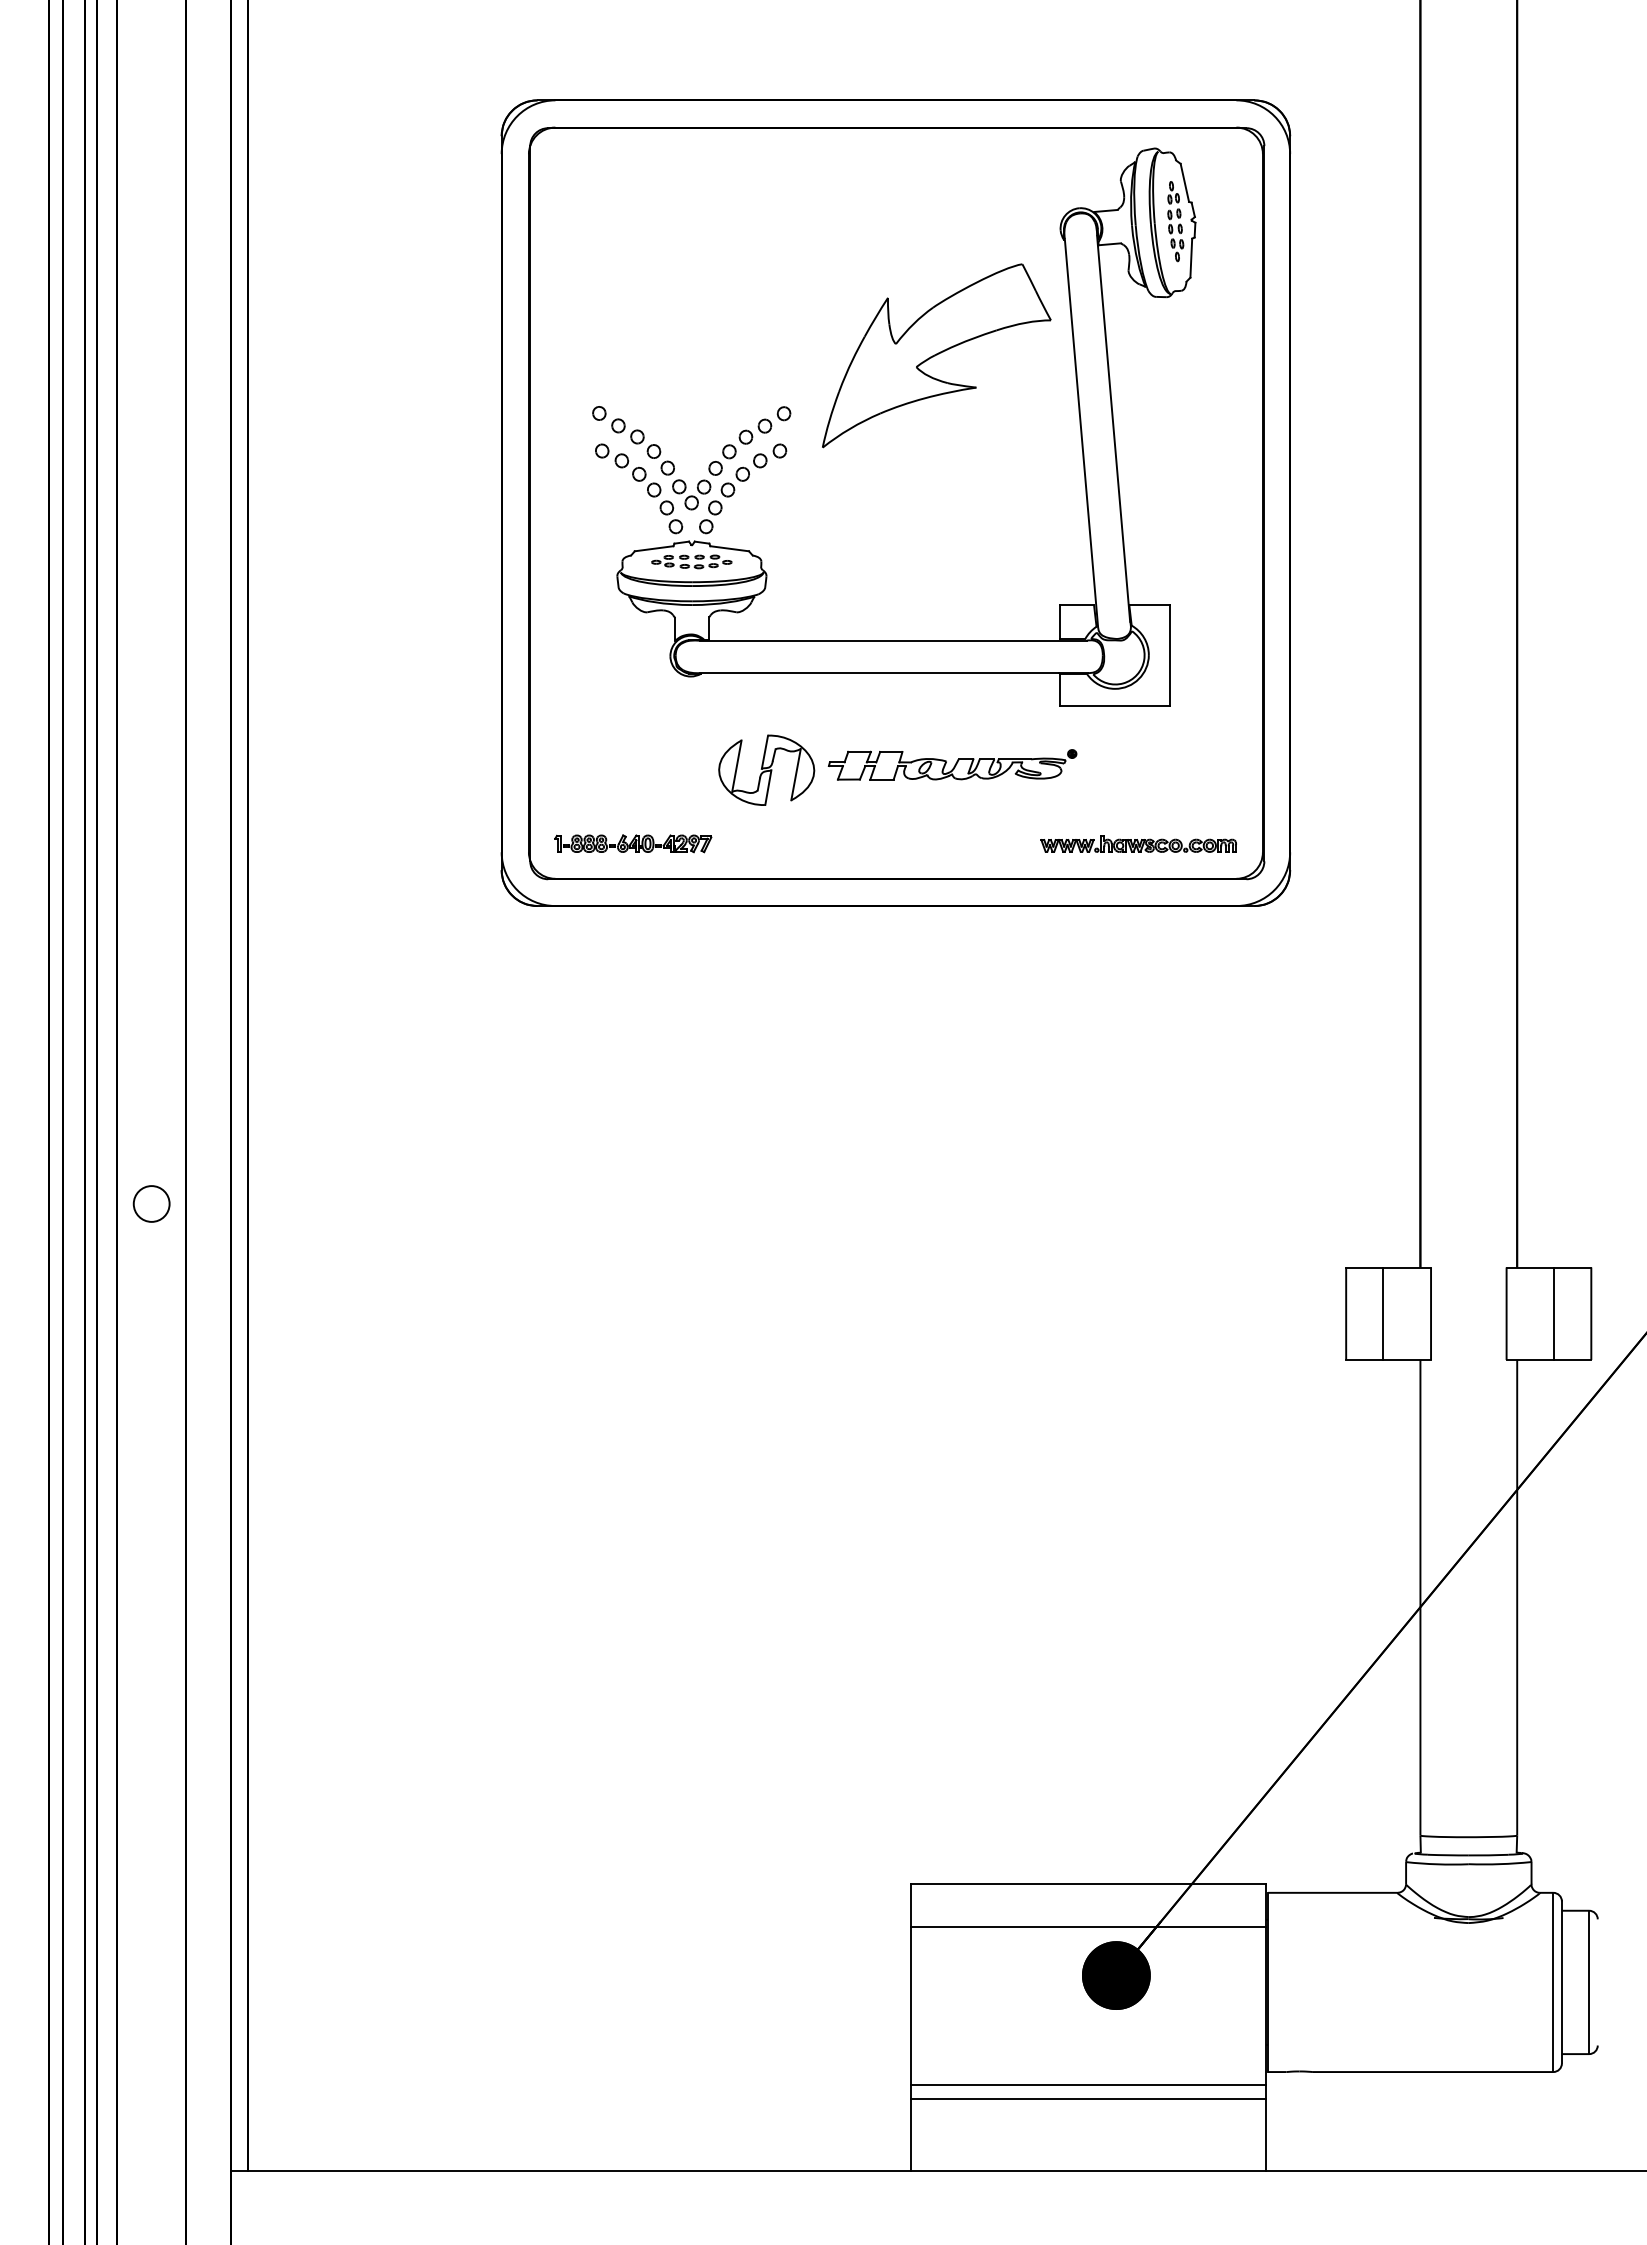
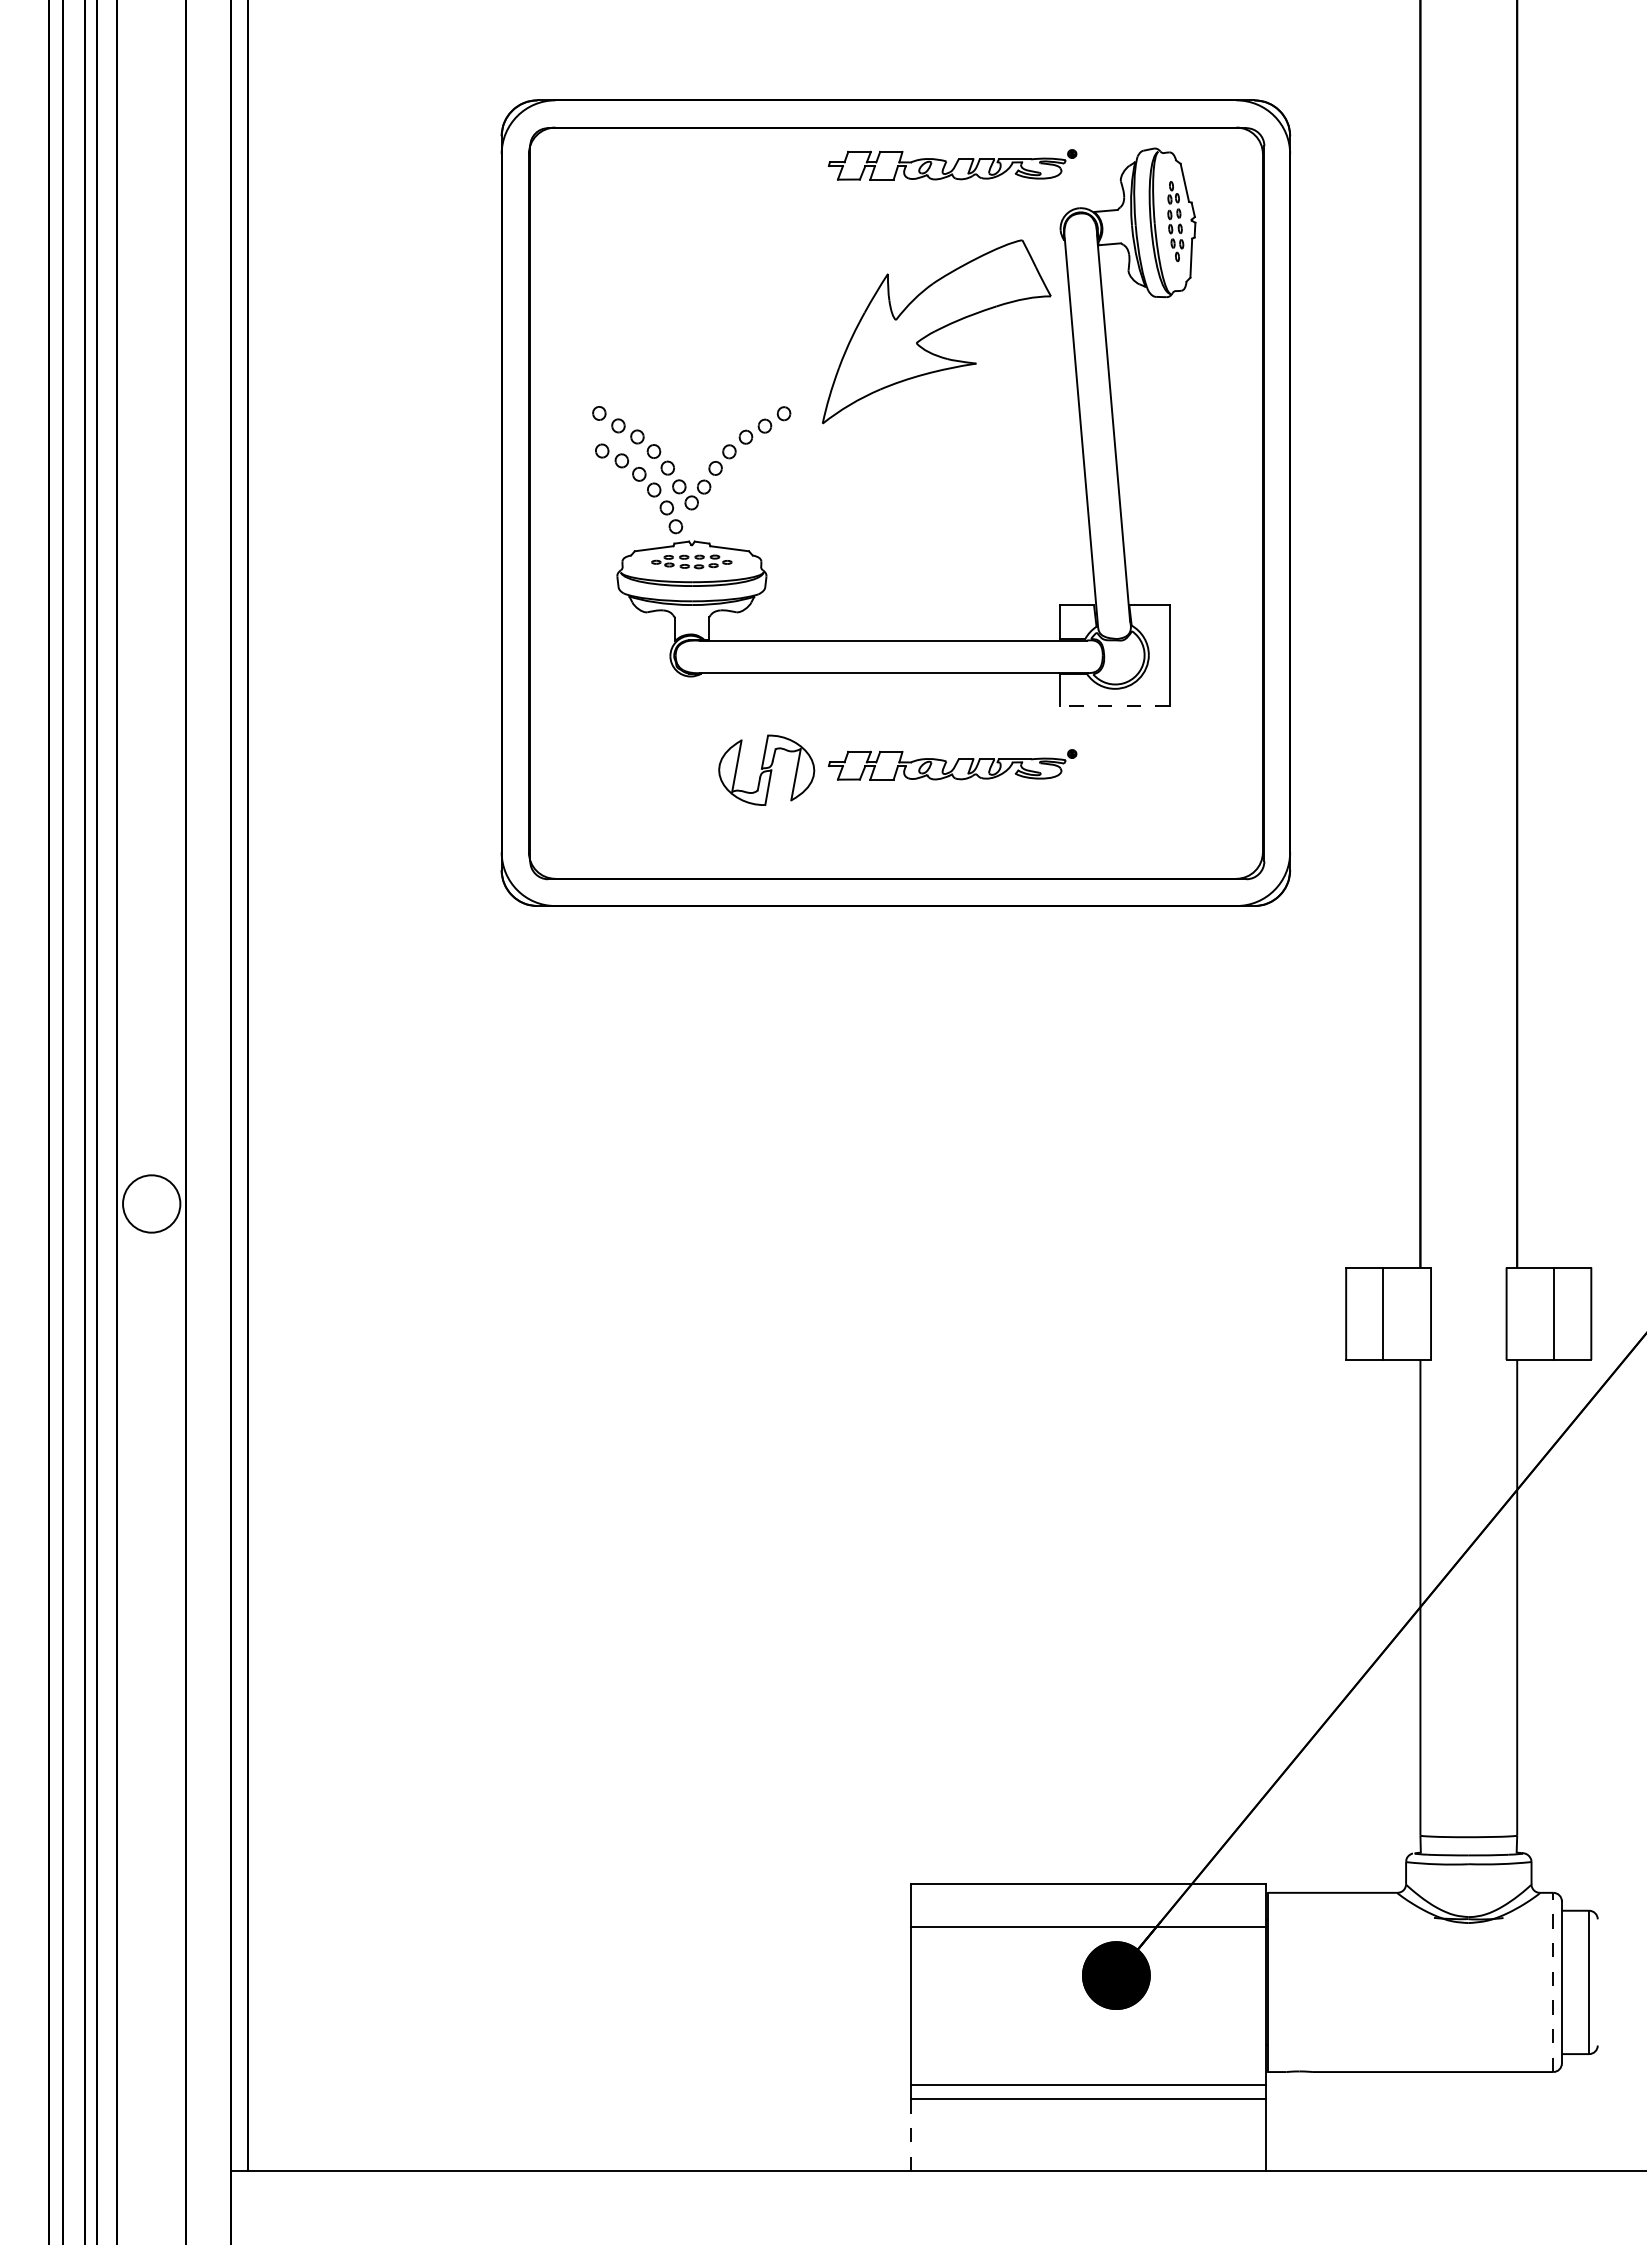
part at (952, 164): none -> present
part at (936, 355) position: (936, 355) -> (936, 331)
part at (743, 481): present -> none
line at (1114, 705): solid -> dashed
part at (633, 843): present -> none
part at (1138, 843): present -> none
circle at (151, 1203) diameter: 36 px -> 57 px
line at (1553, 1982): solid -> dashed
line at (911, 2135): solid -> dashed
